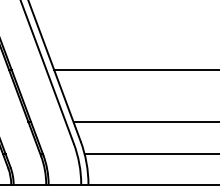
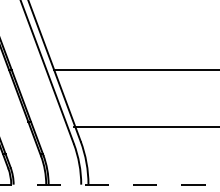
line at (144, 122) position: (144, 122) -> (144, 127)
line at (150, 154): present -> none
line at (109, 184): solid -> dashed
